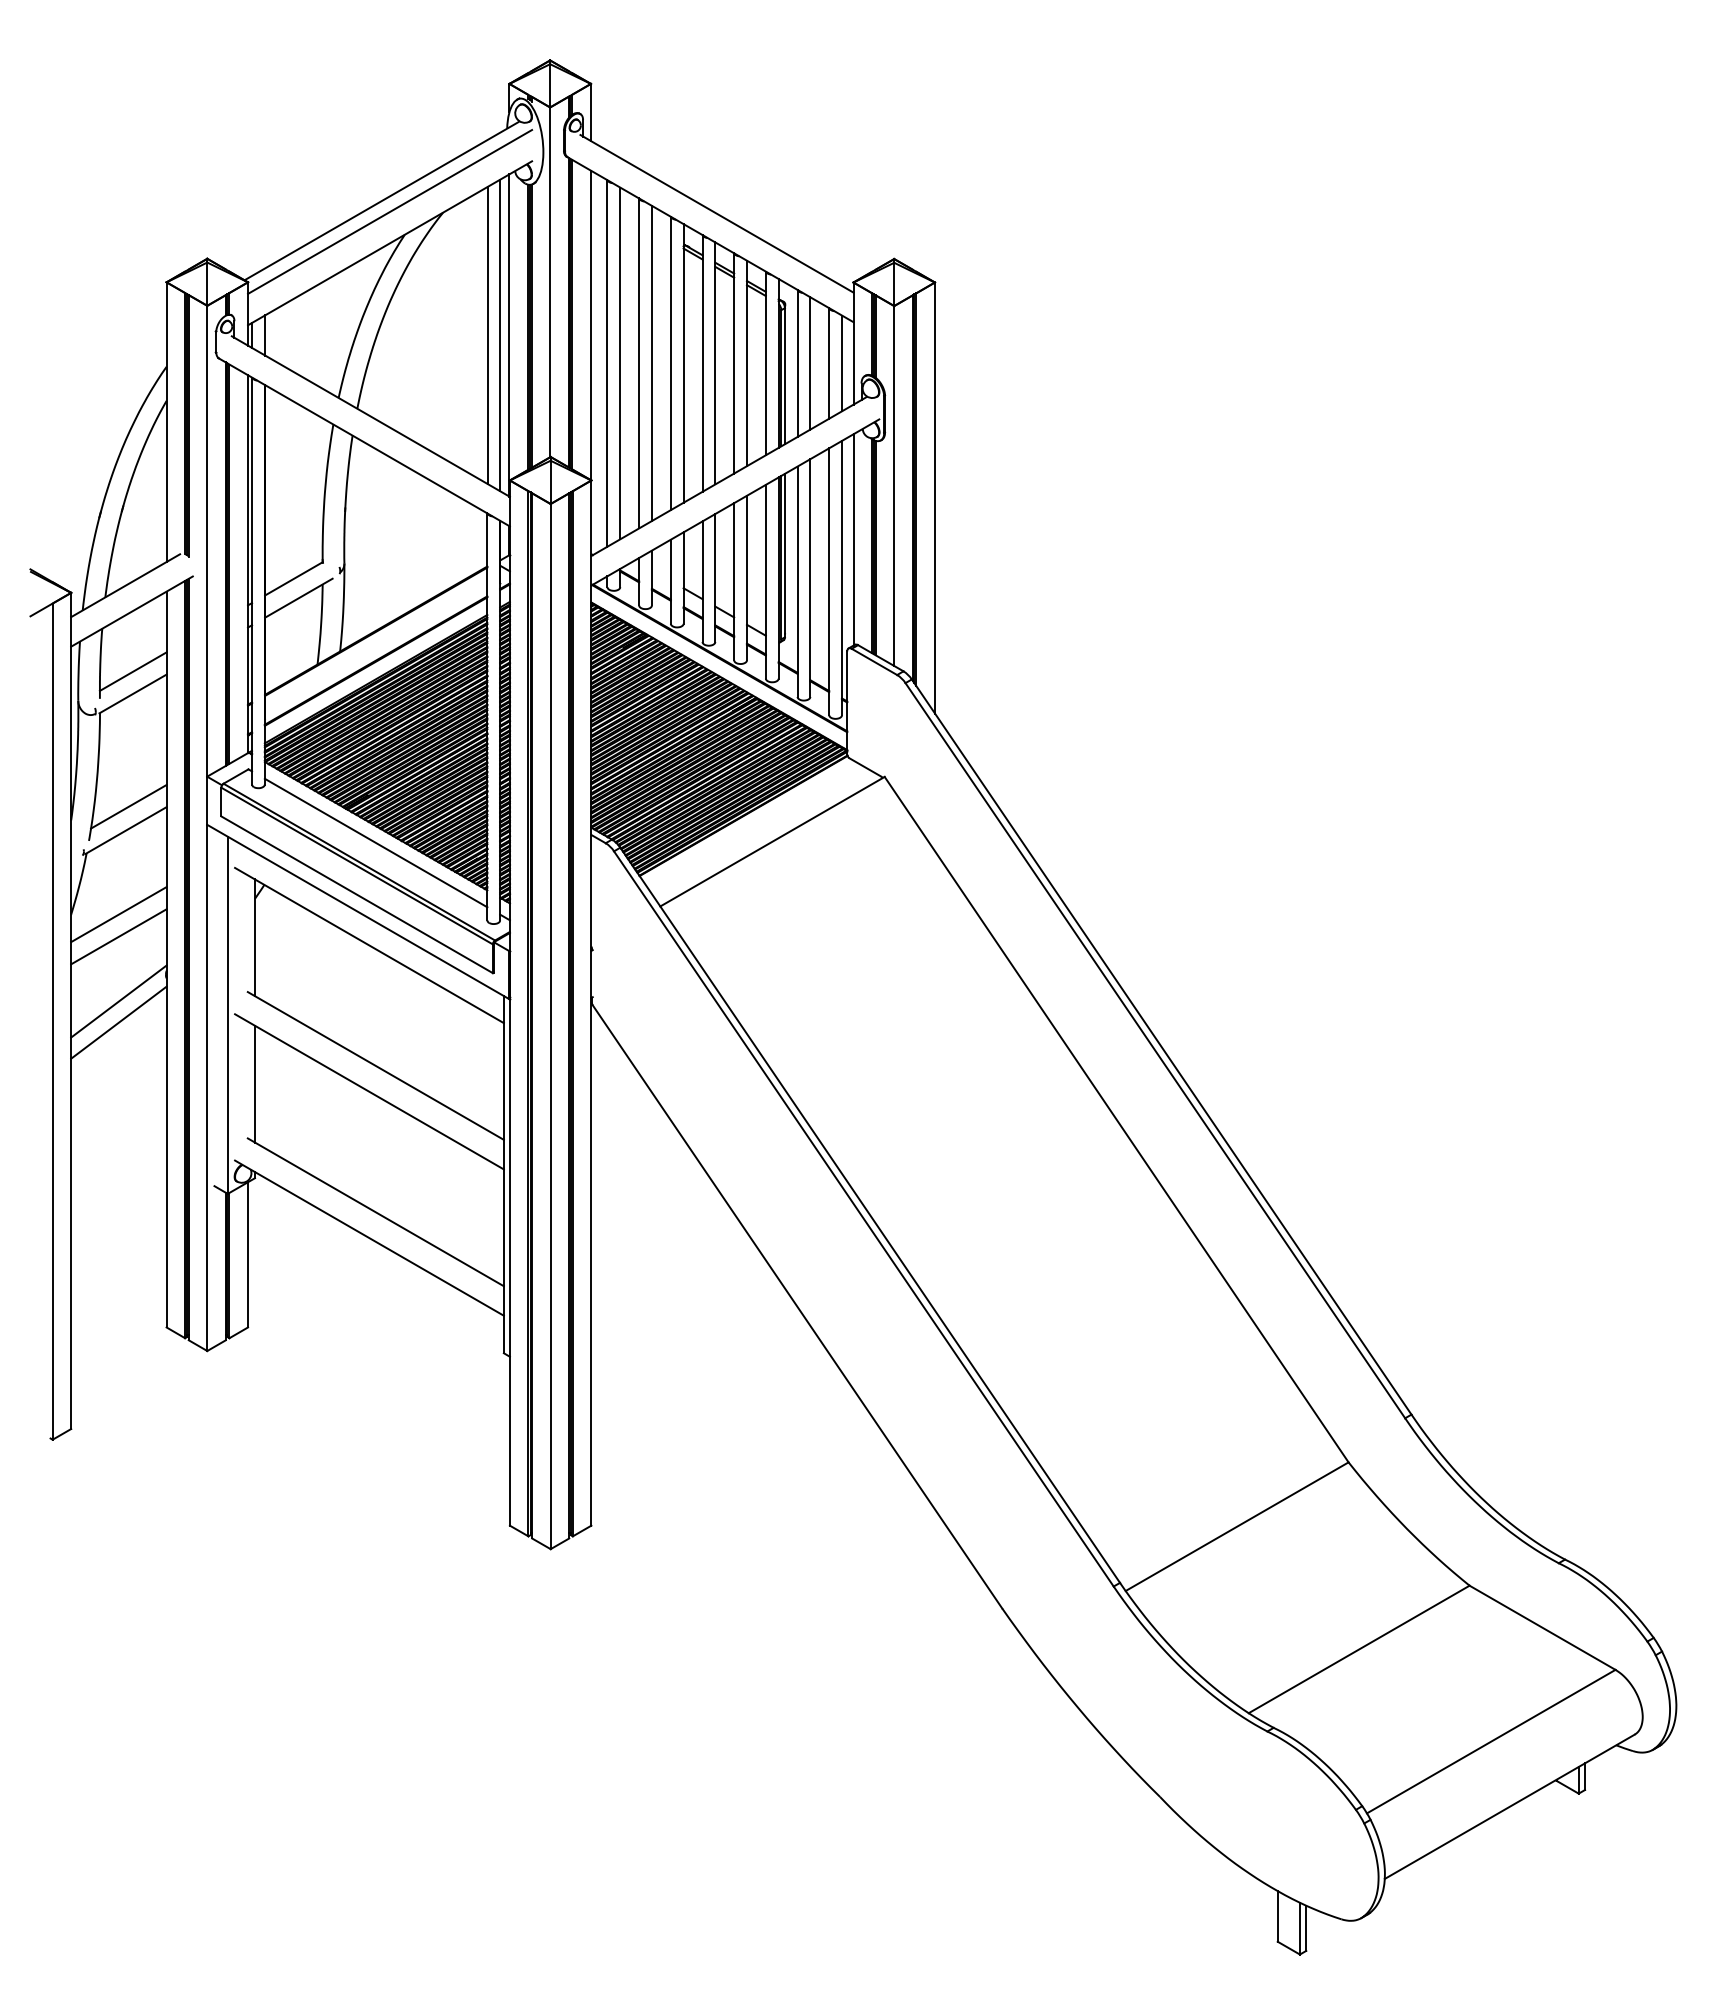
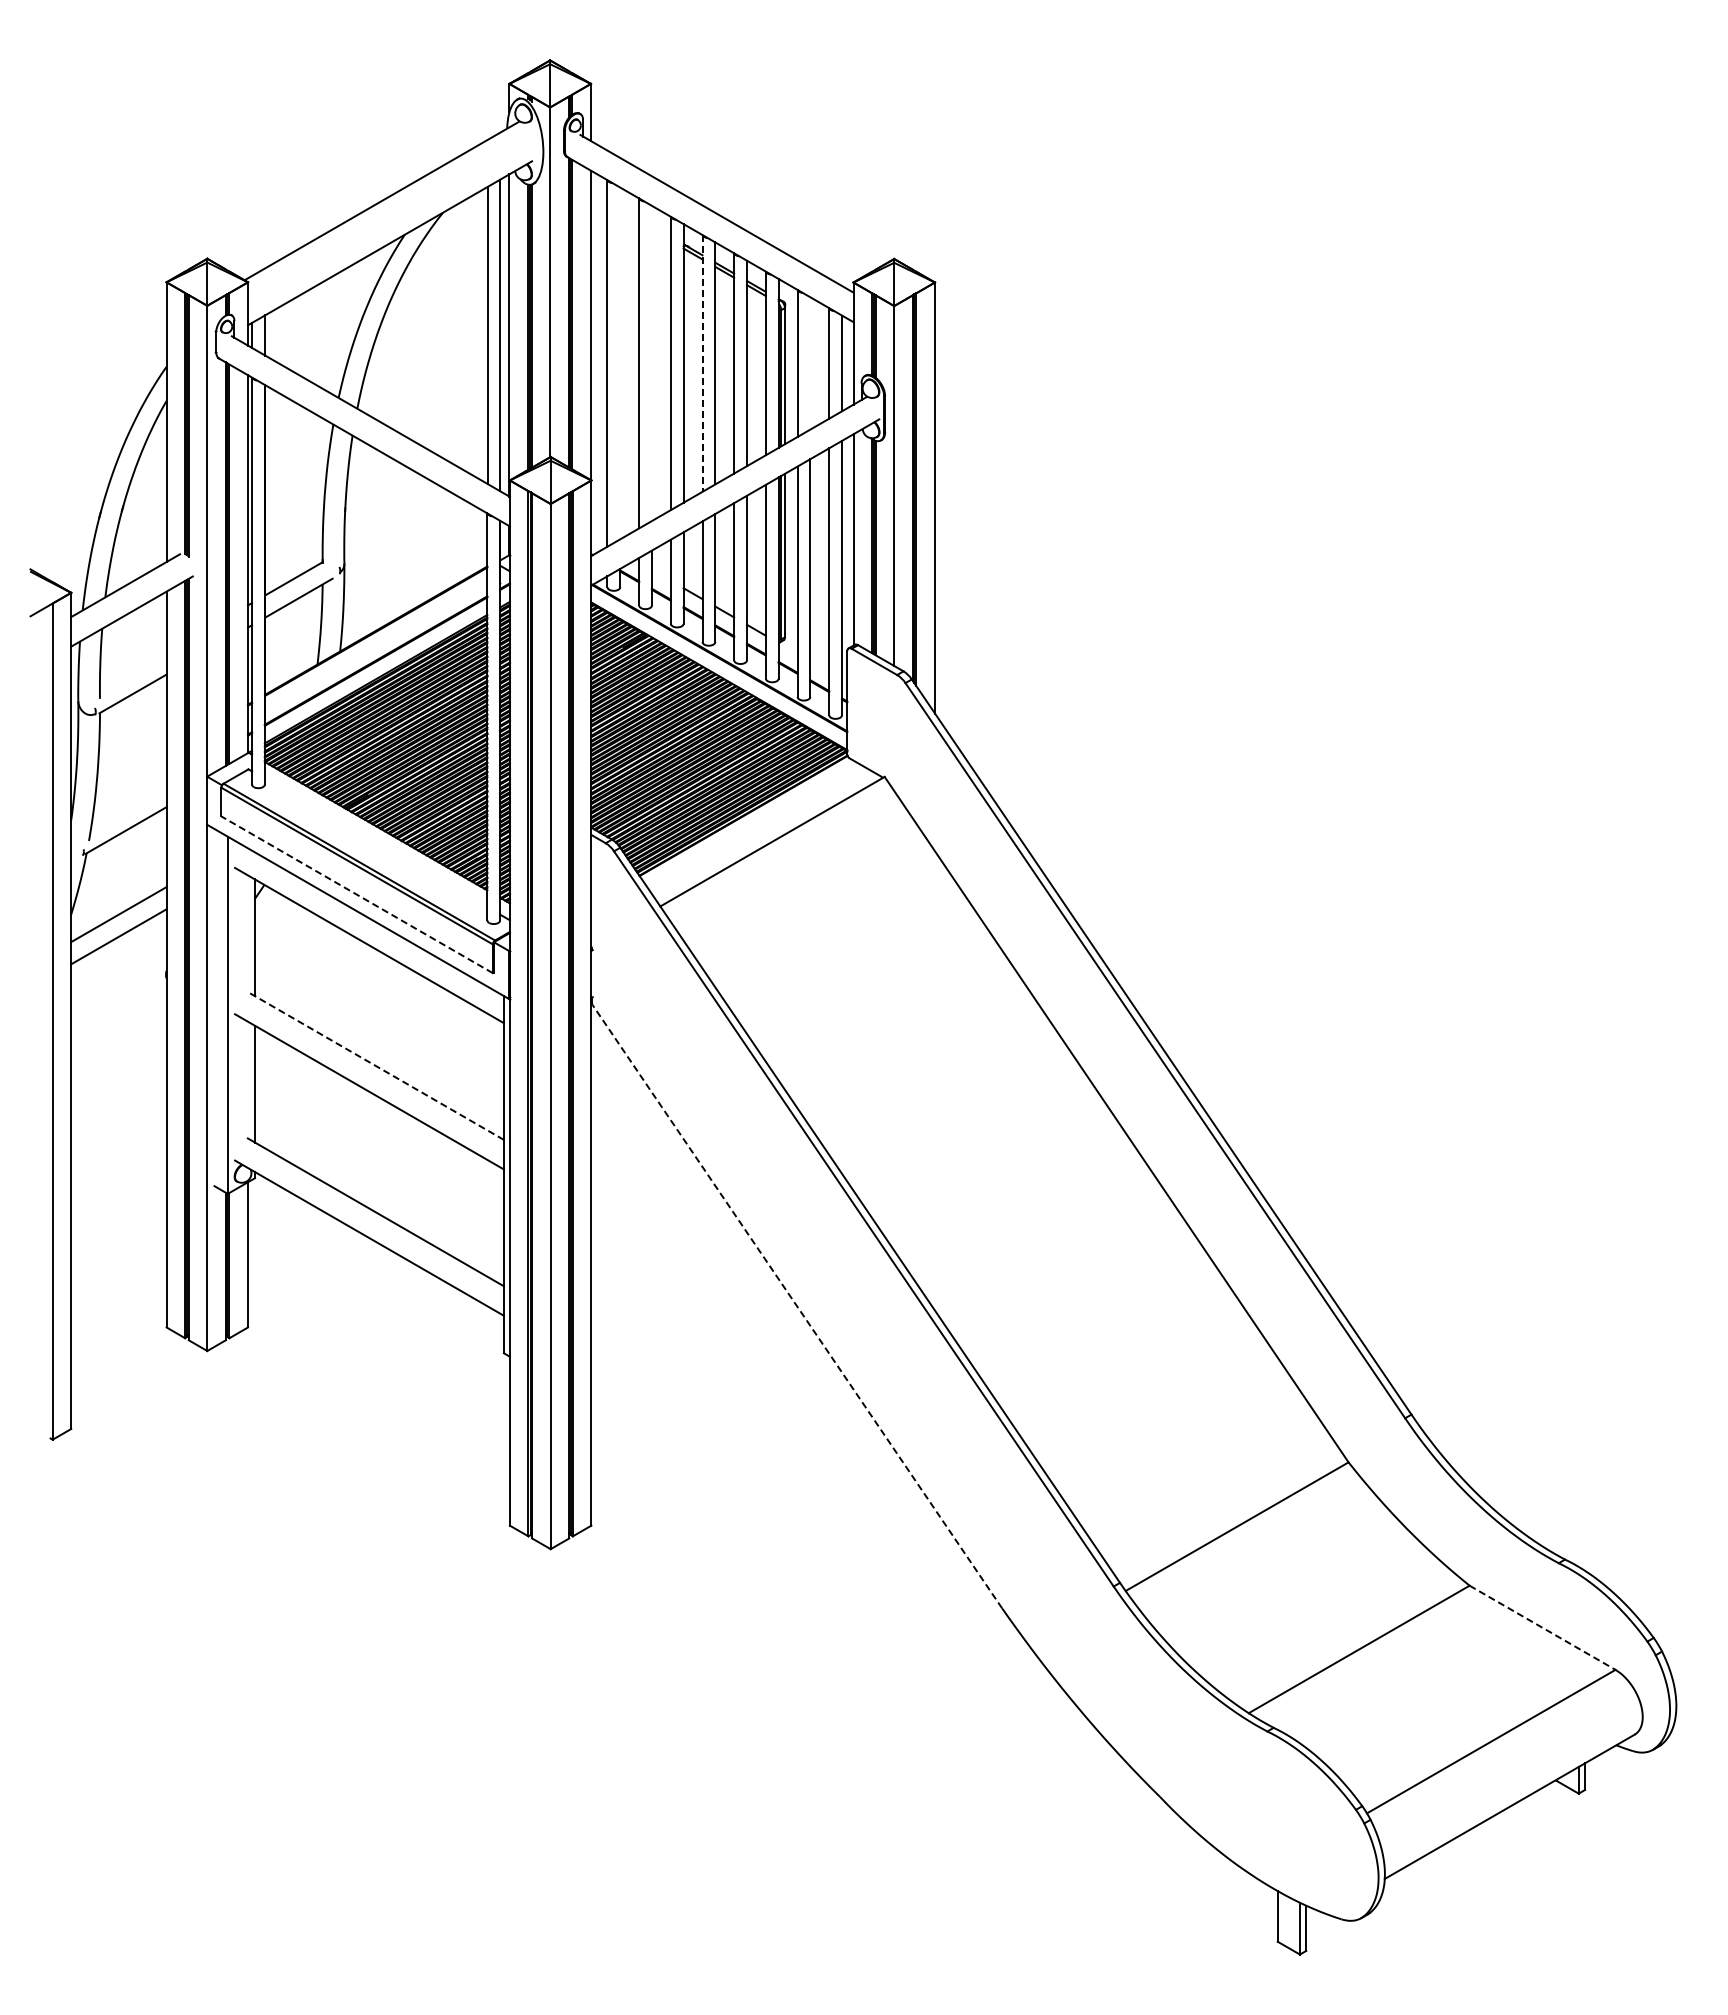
line at (390, 211): present -> none
line at (620, 363): present -> none
line at (651, 363): present -> none
line at (702, 363): solid -> dashed
line at (810, 363): present -> none
line at (132, 671): present -> none
line at (128, 806): present -> none
line at (375, 842): present -> none
line at (357, 894): solid -> dashed
line at (118, 1001): present -> none
line at (118, 1022): present -> none
line at (375, 1065): solid -> dashed
line at (797, 1306): solid -> dashed
line at (1543, 1628): solid -> dashed
